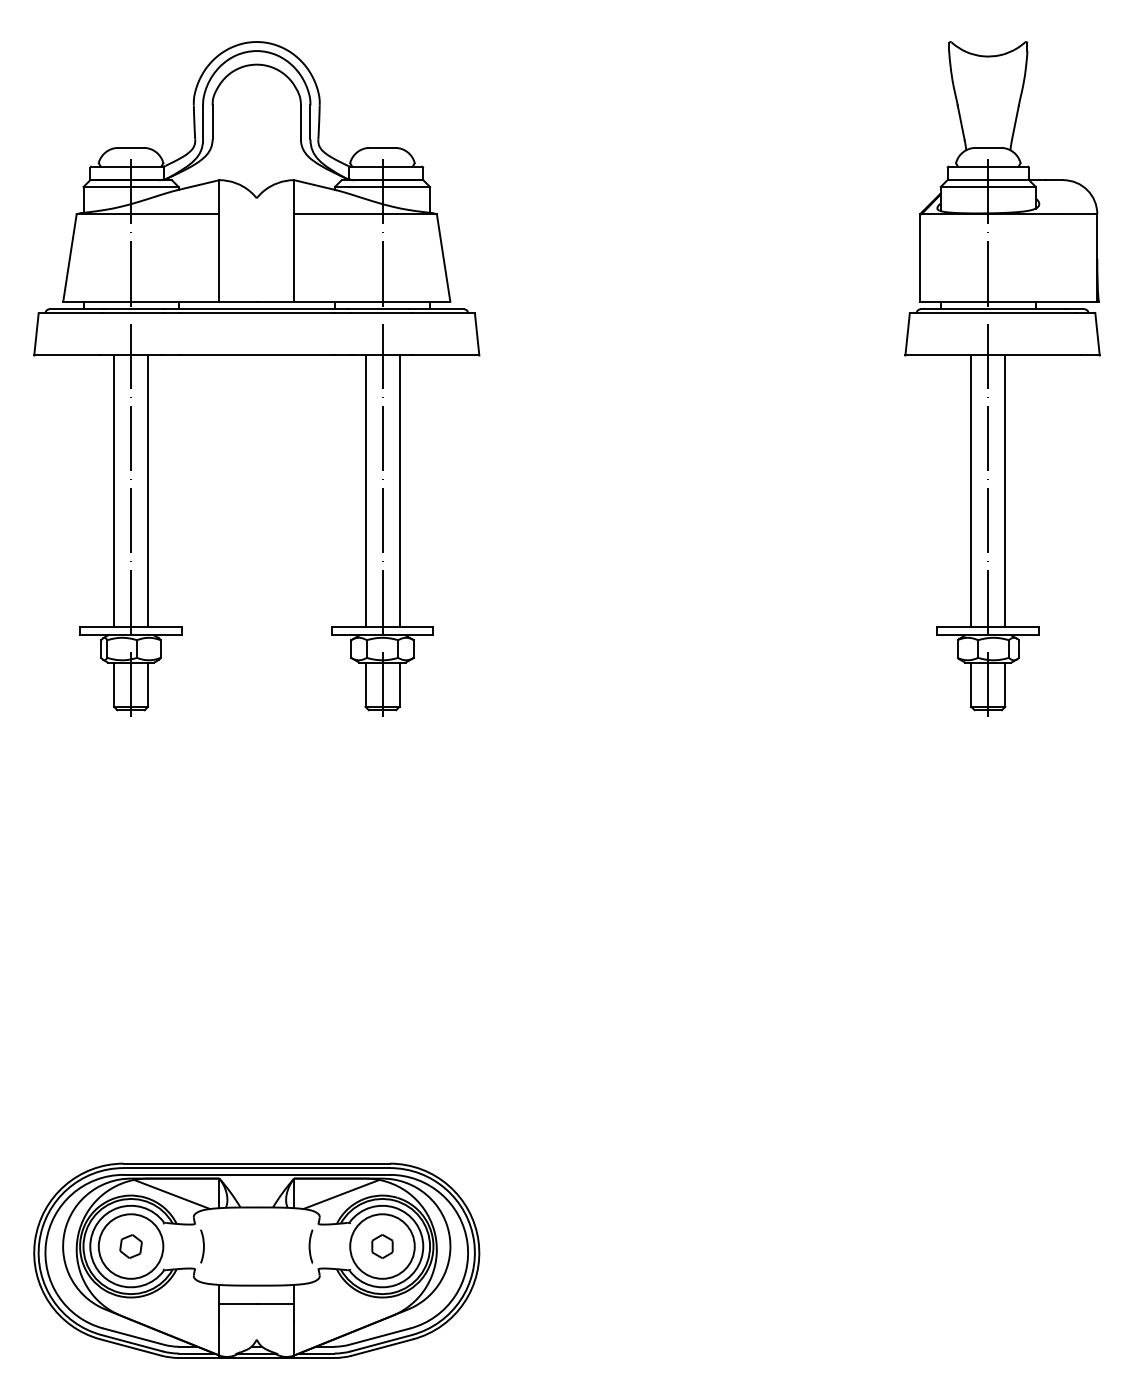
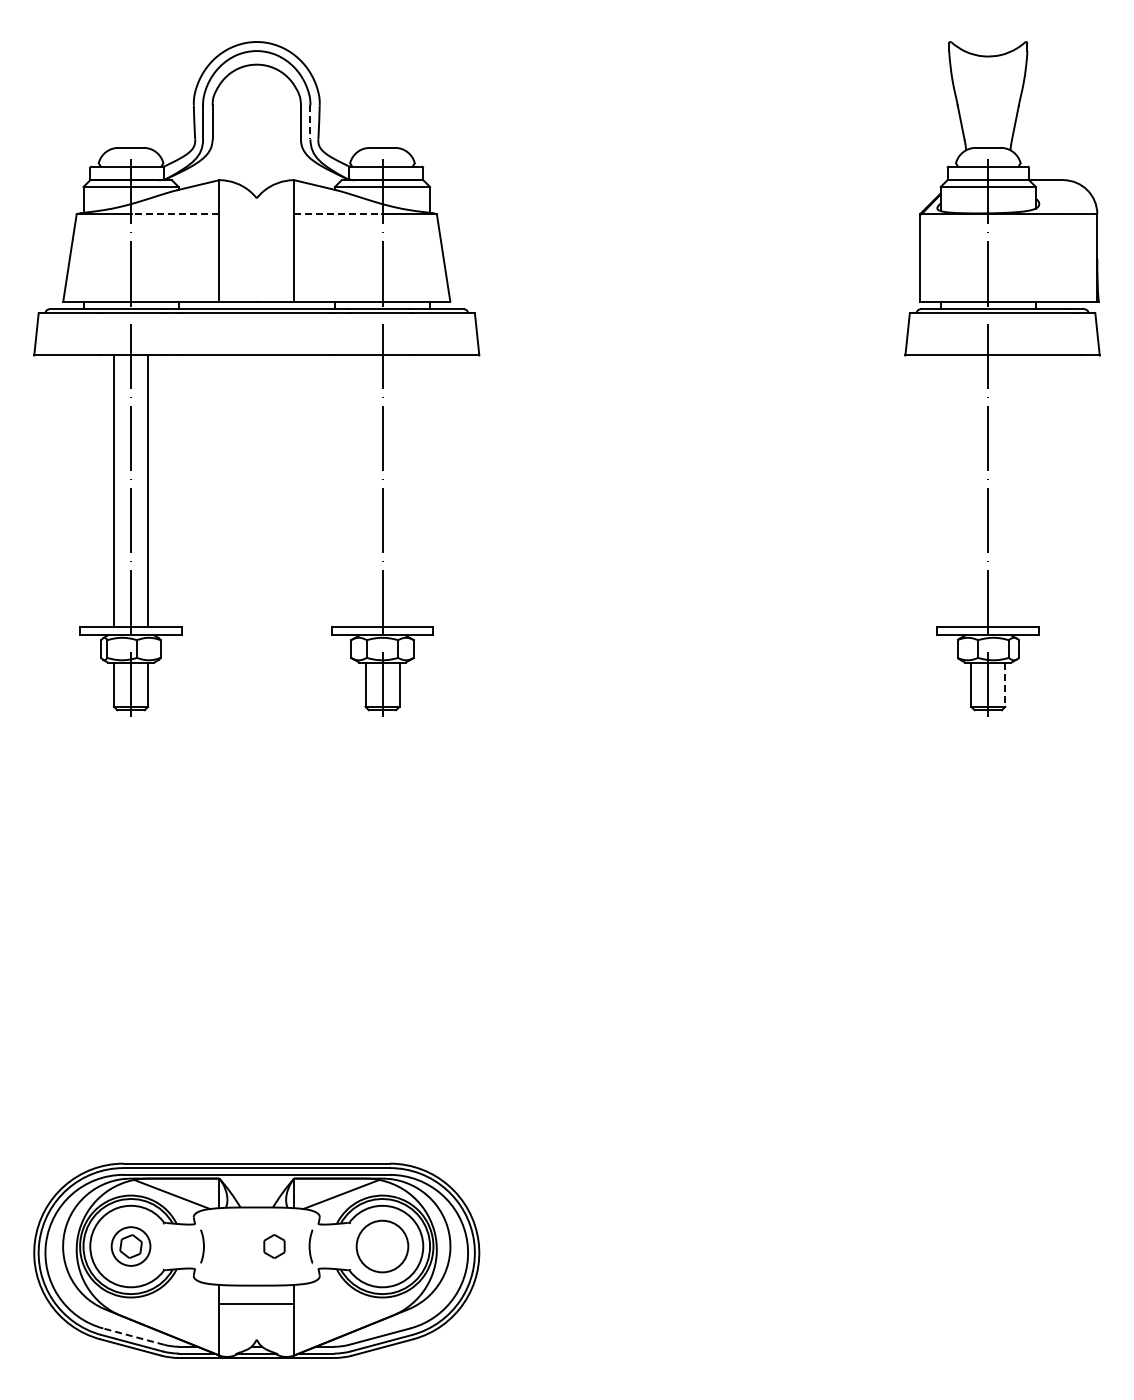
line at (310, 122): solid -> dashed
line at (175, 214): solid -> dashed
line at (338, 214): solid -> dashed
line at (365, 491): present -> none
line at (399, 491): present -> none
line at (971, 491): present -> none
line at (1005, 491): present -> none
line at (1005, 685): solid -> dashed
circle at (130, 1246) diameter: 65 px -> 39 px
circle at (382, 1246) diameter: 65 px -> 52 px
part at (382, 1246) position: (382, 1246) -> (274, 1246)
line at (133, 1336): solid -> dashed
